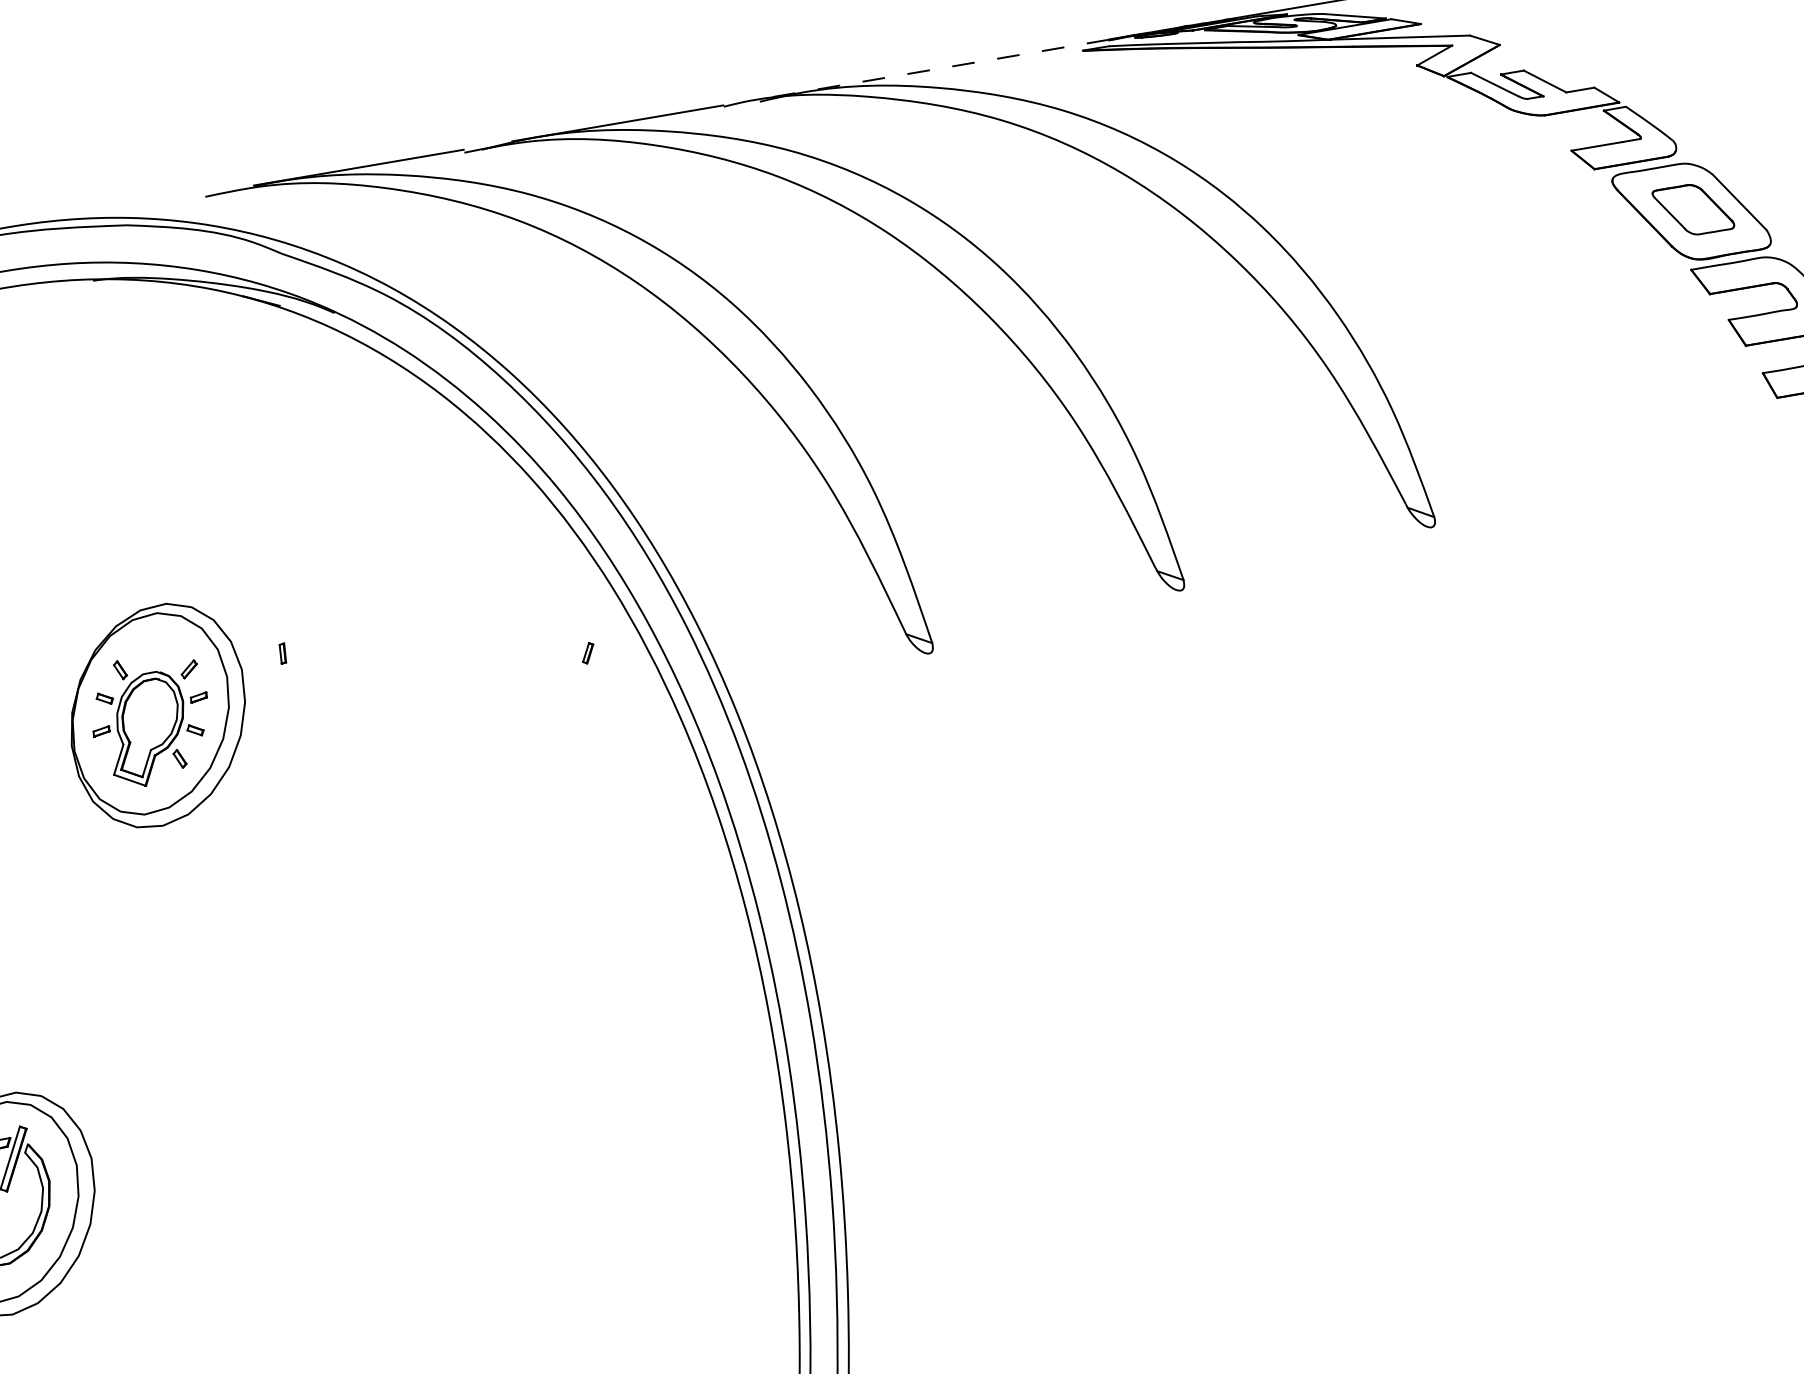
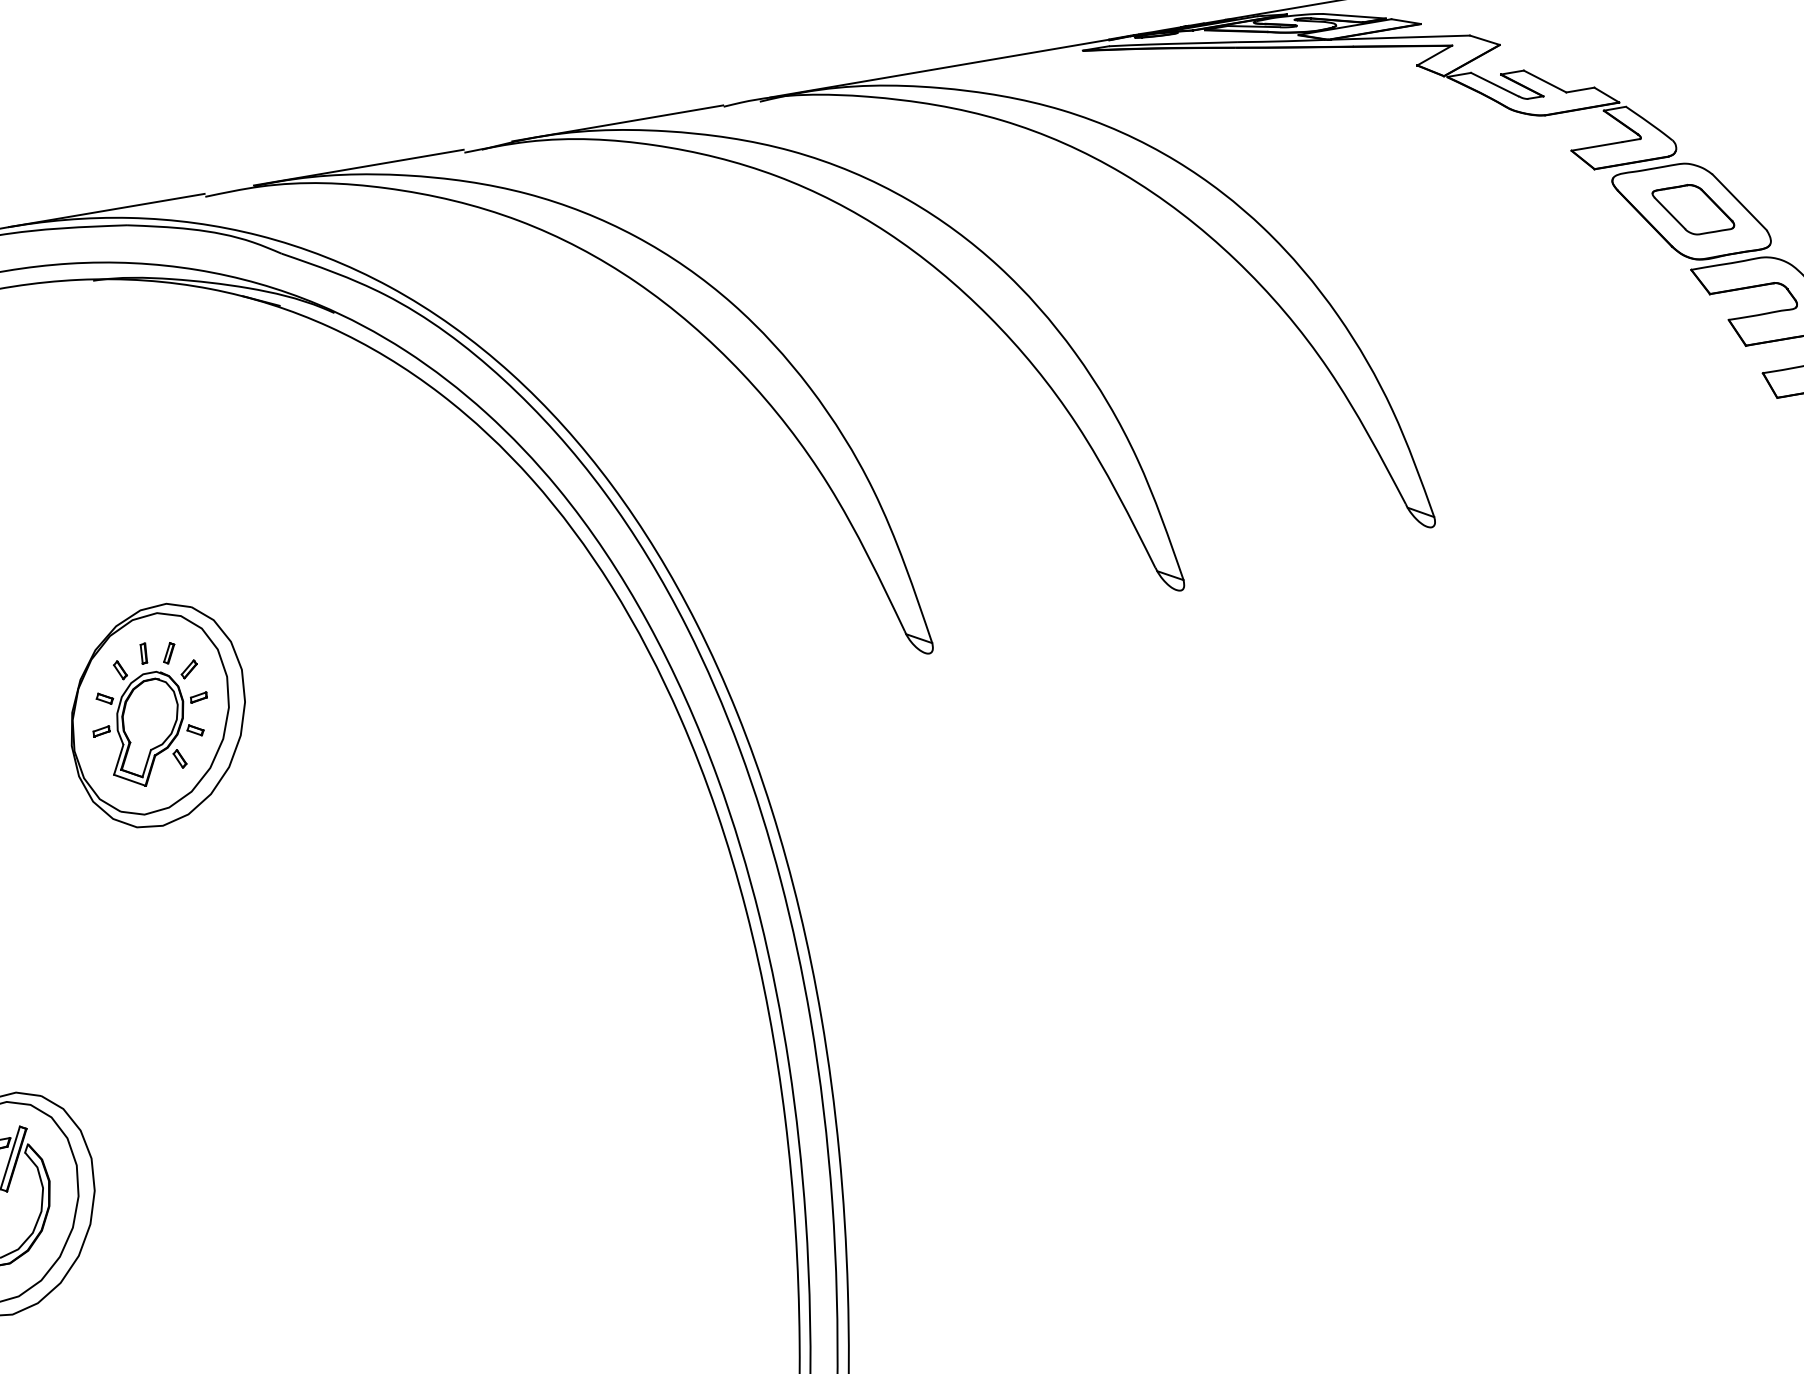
line at (939, 68): dashed -> solid
line at (106, 210): none -> present
part at (282, 653) position: (282, 653) -> (143, 653)
part at (588, 653) position: (588, 653) -> (169, 653)
